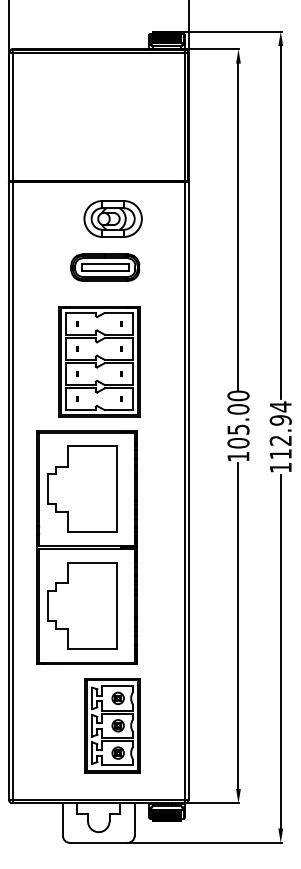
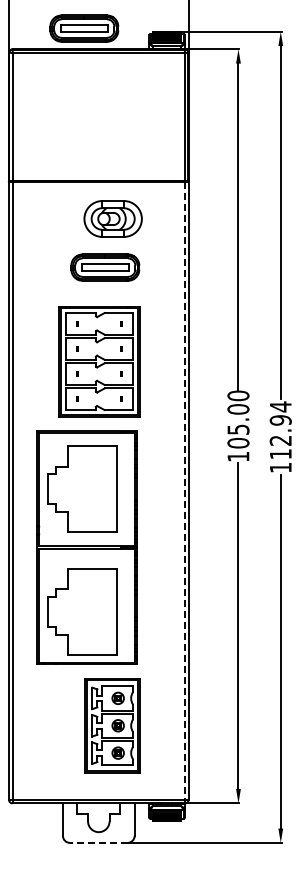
part at (84, 28): none -> present
line at (184, 492): solid -> dashed
part at (82, 605) position: (82, 605) -> (82, 611)
line at (98, 842): solid -> dashed
